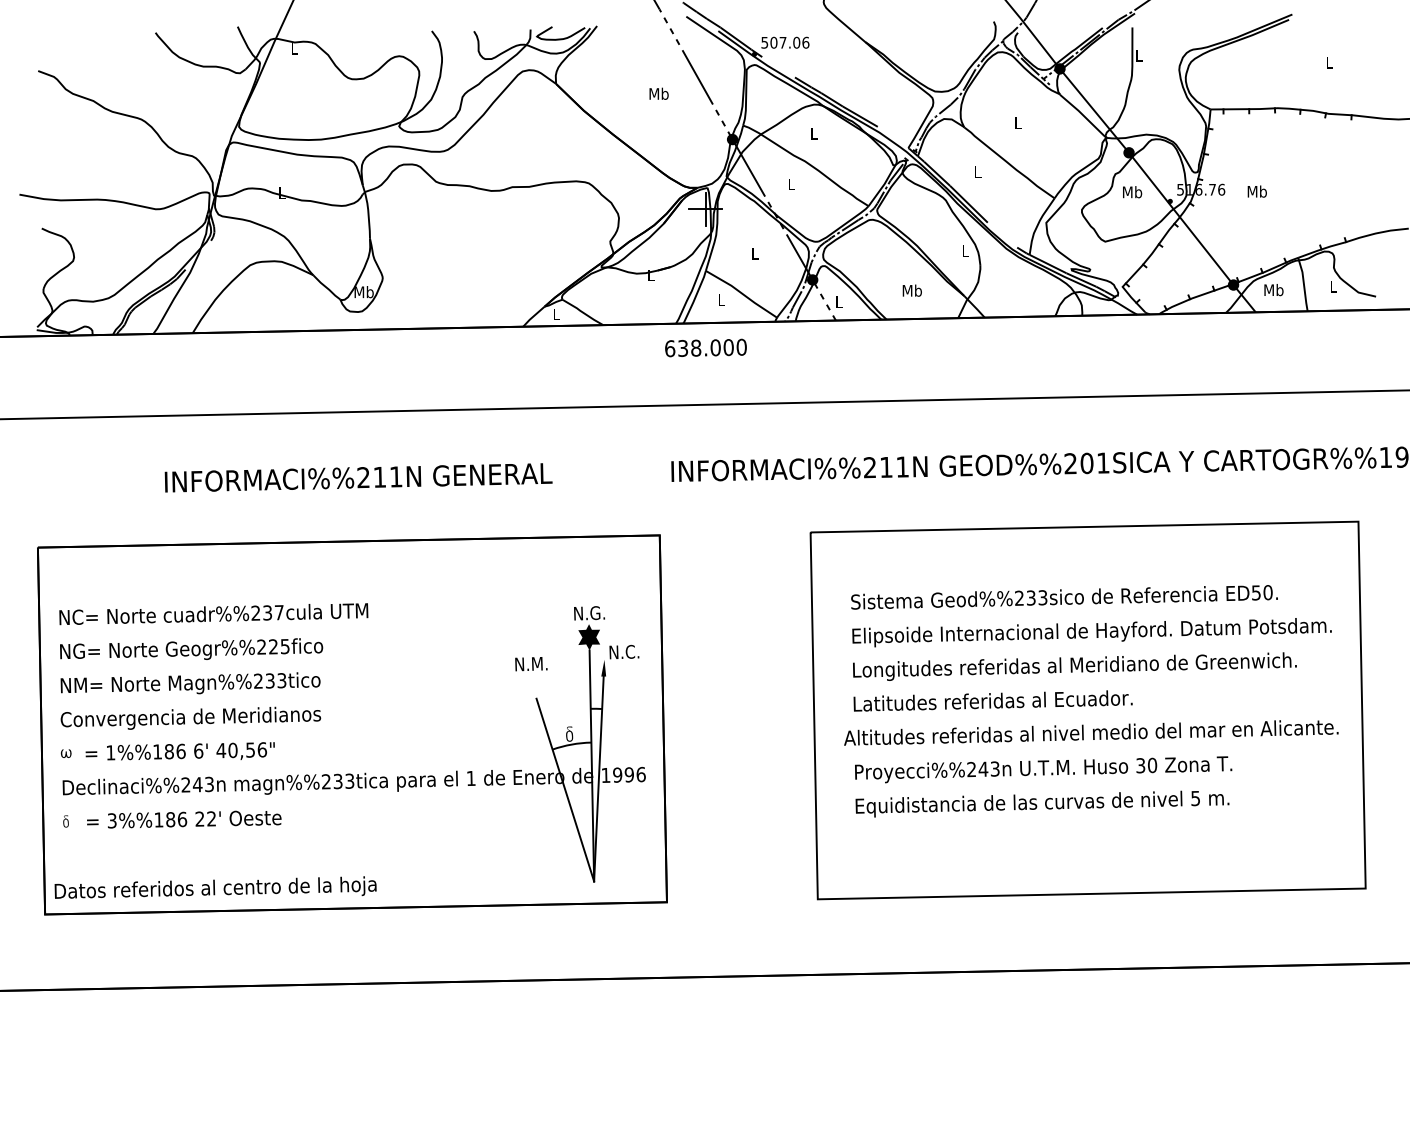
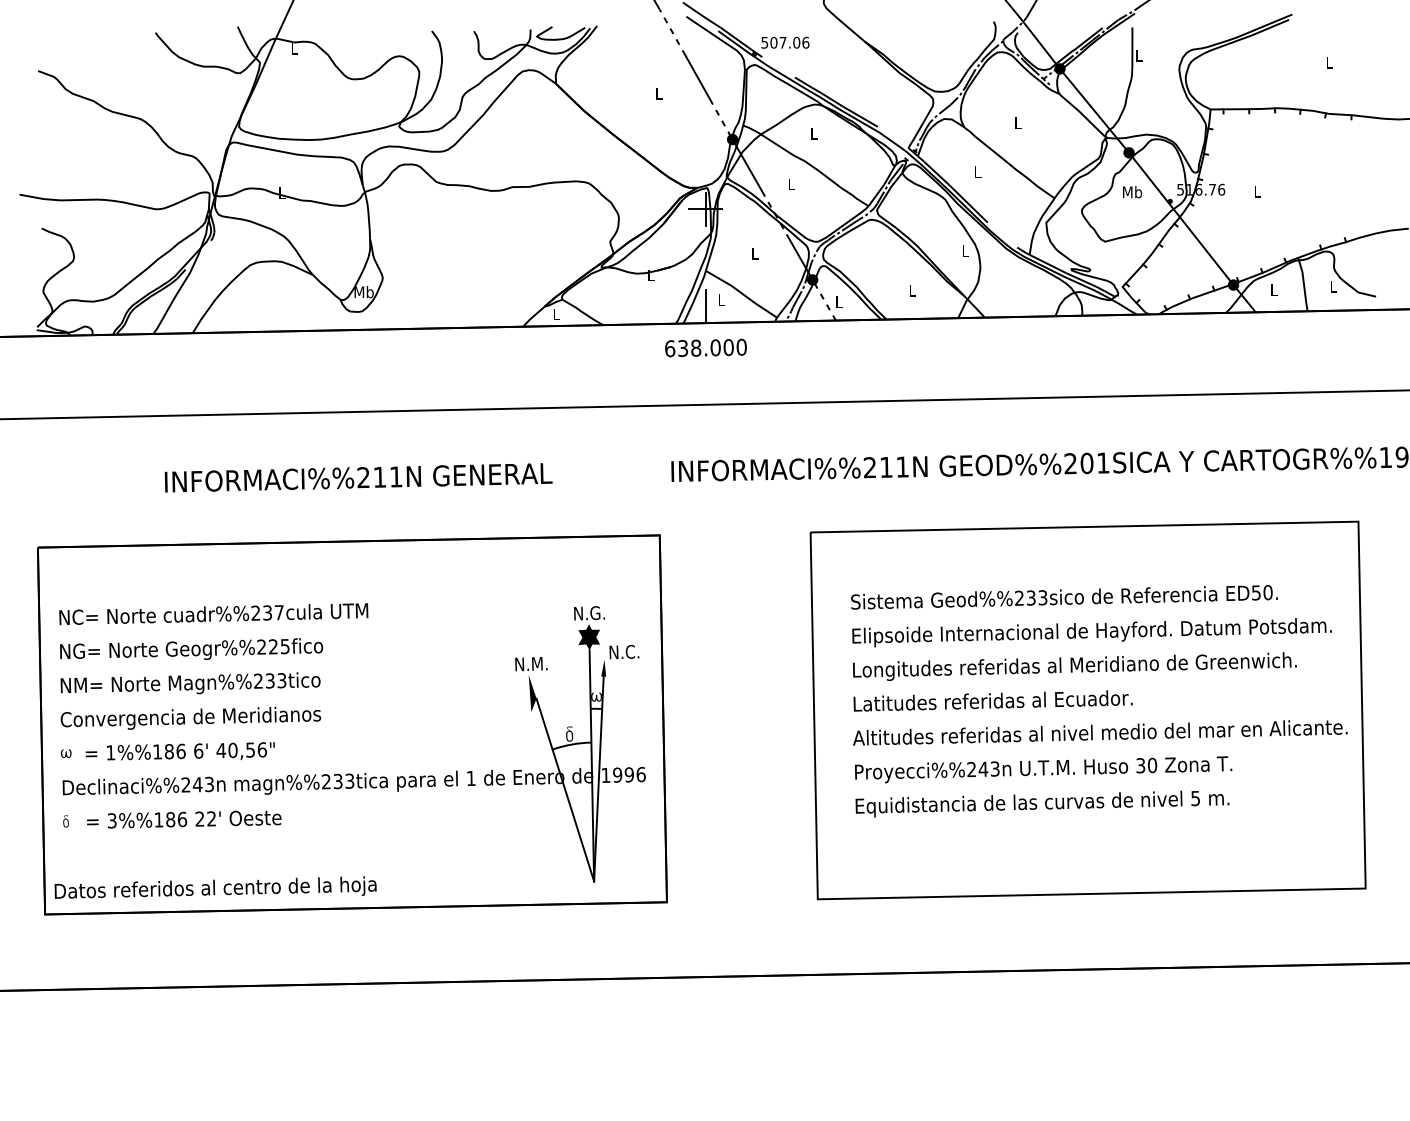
text at (658, 93): Mb -> L
text at (1256, 191): Mb -> L
text at (911, 290): Mb -> L
text at (1273, 290): Mb -> L
line at (705, 306): none -> present
fill at (532, 693): none -> present
fill at (596, 696): none -> present
text at (1091, 732) position: (1091, 732) -> (1100, 732)
